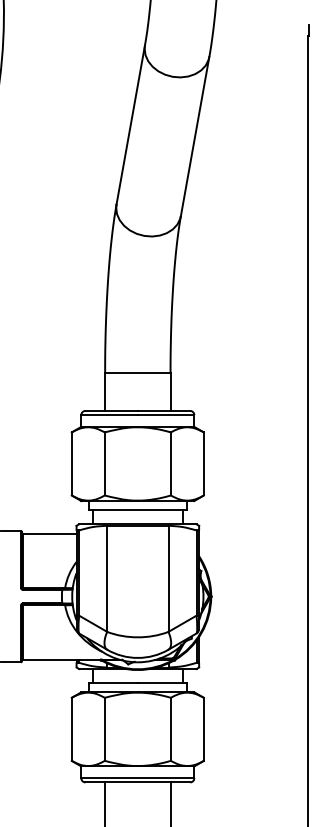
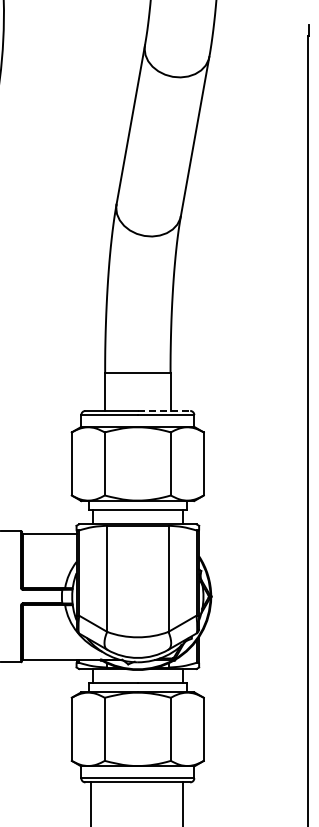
line at (164, 410): solid -> dashed
line at (105, 802) position: (105, 802) -> (91, 802)
line at (170, 802) position: (170, 802) -> (182, 802)
